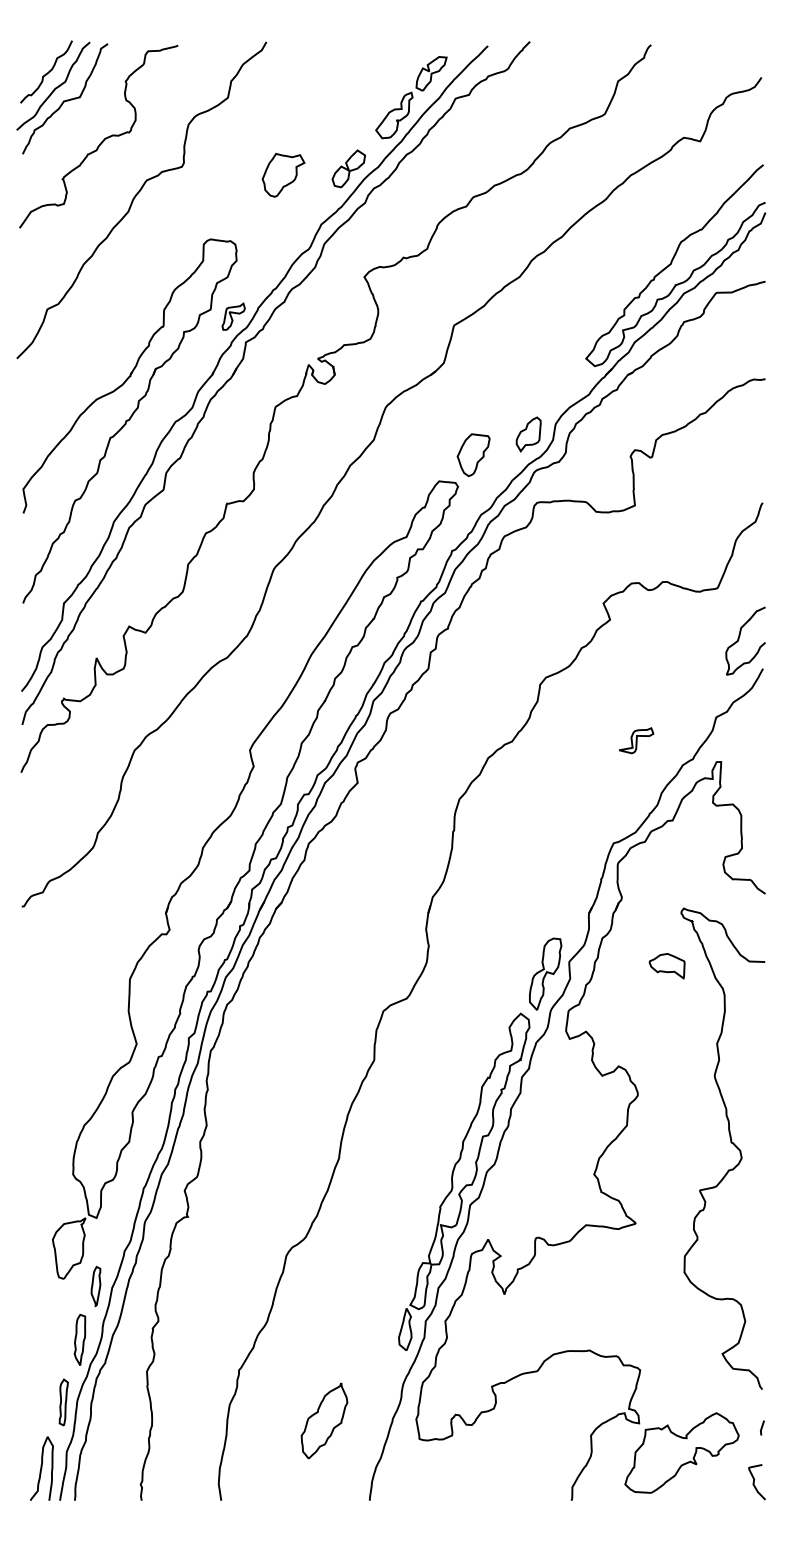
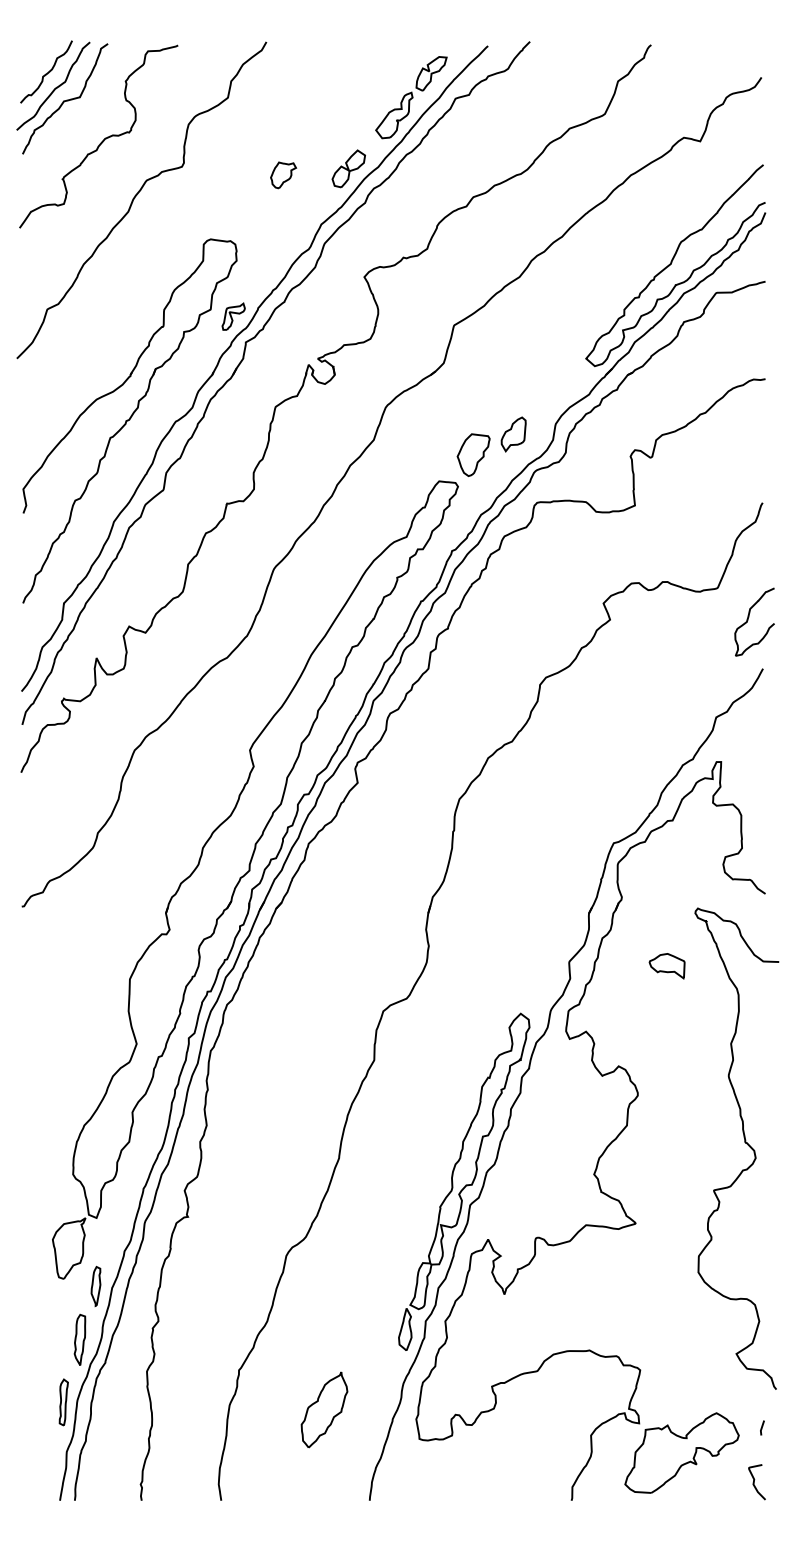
part at (283, 175) size: 45x45 px -> 28x29 px
part at (528, 434) position: (528, 434) -> (513, 434)
curve at (739, 639) position: (739, 639) -> (748, 620)
part at (636, 740): present -> none
part at (545, 973): present -> none
curve at (730, 1142) position: (730, 1142) -> (744, 1142)
part at (324, 1420) position: (324, 1420) -> (324, 1409)
curve at (41, 1468): present -> none
